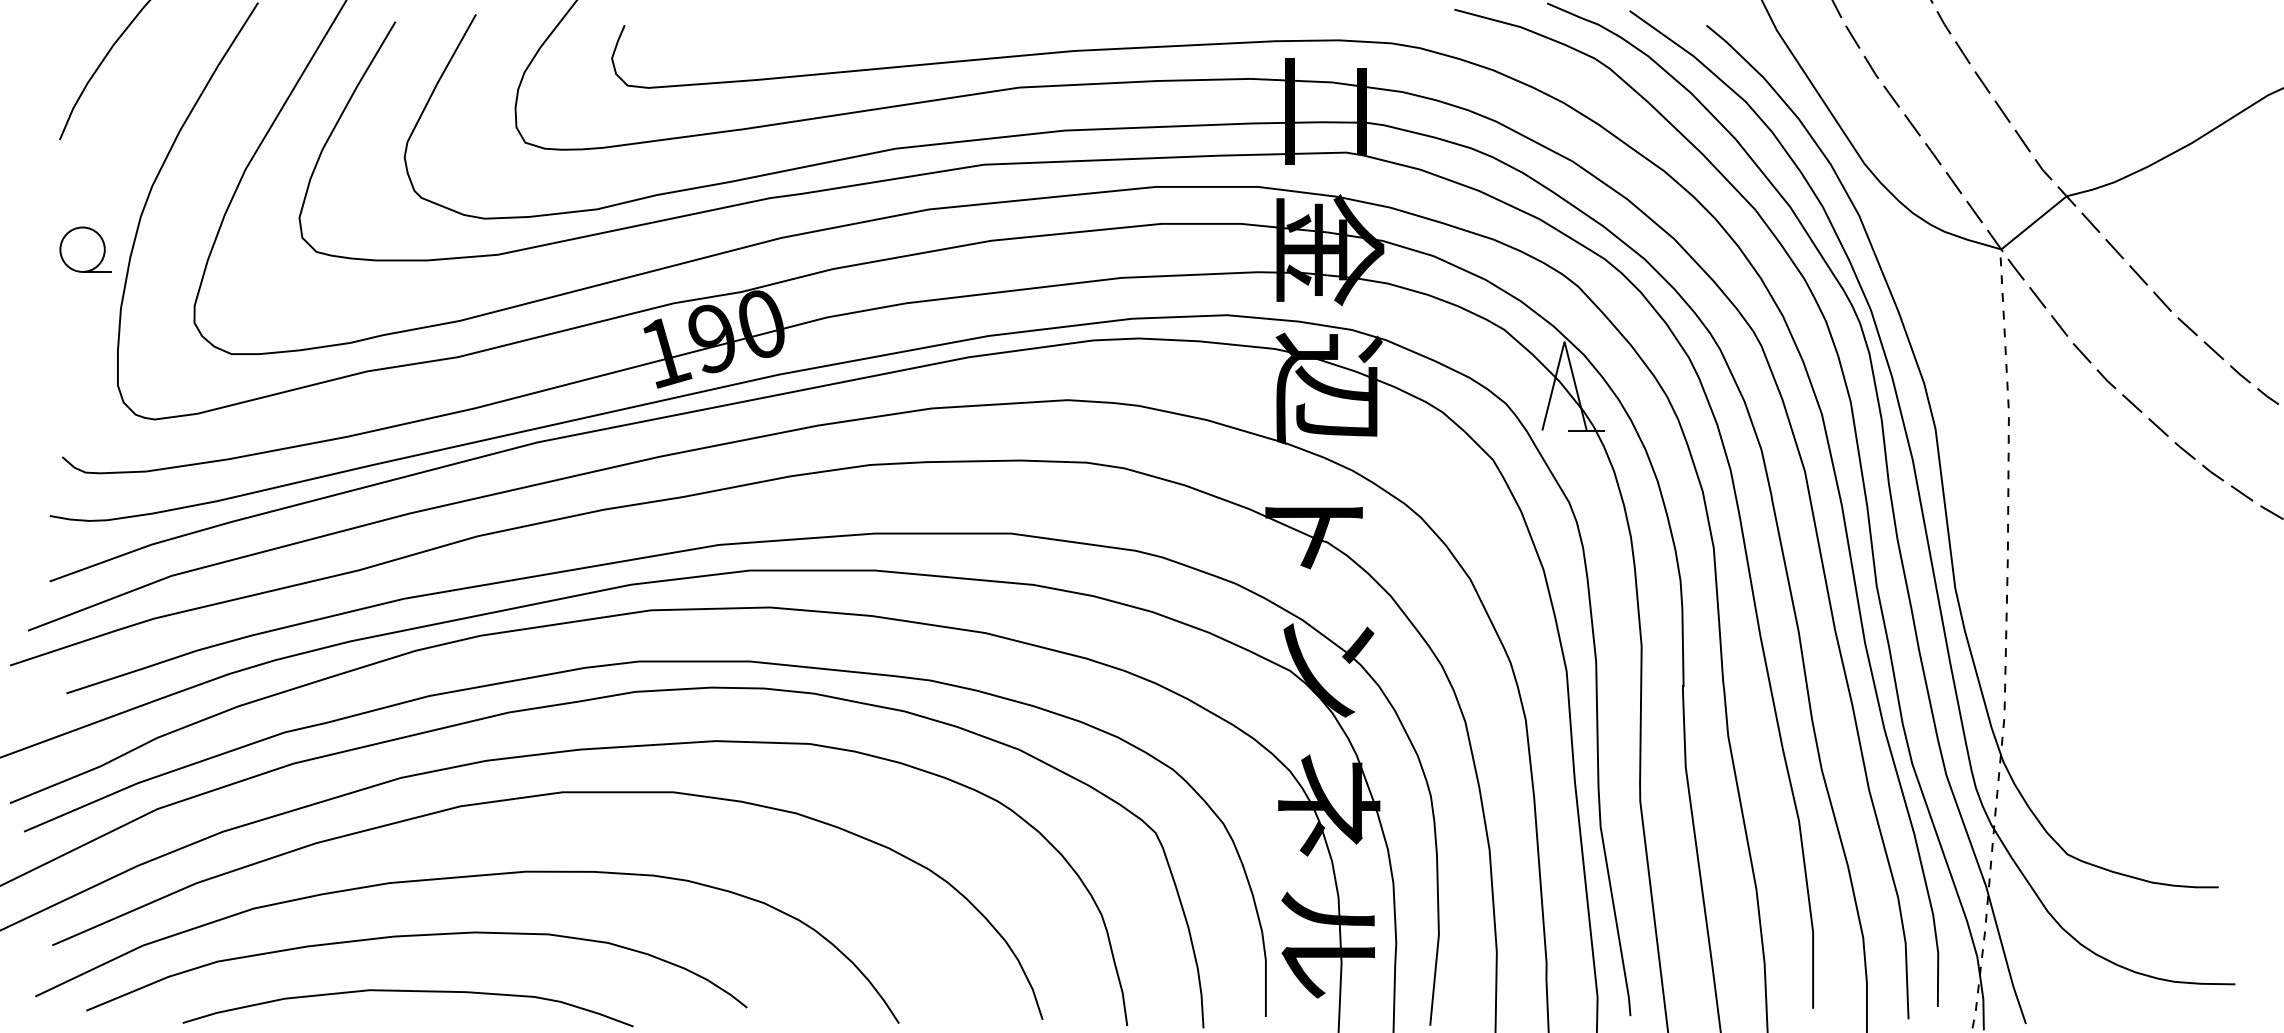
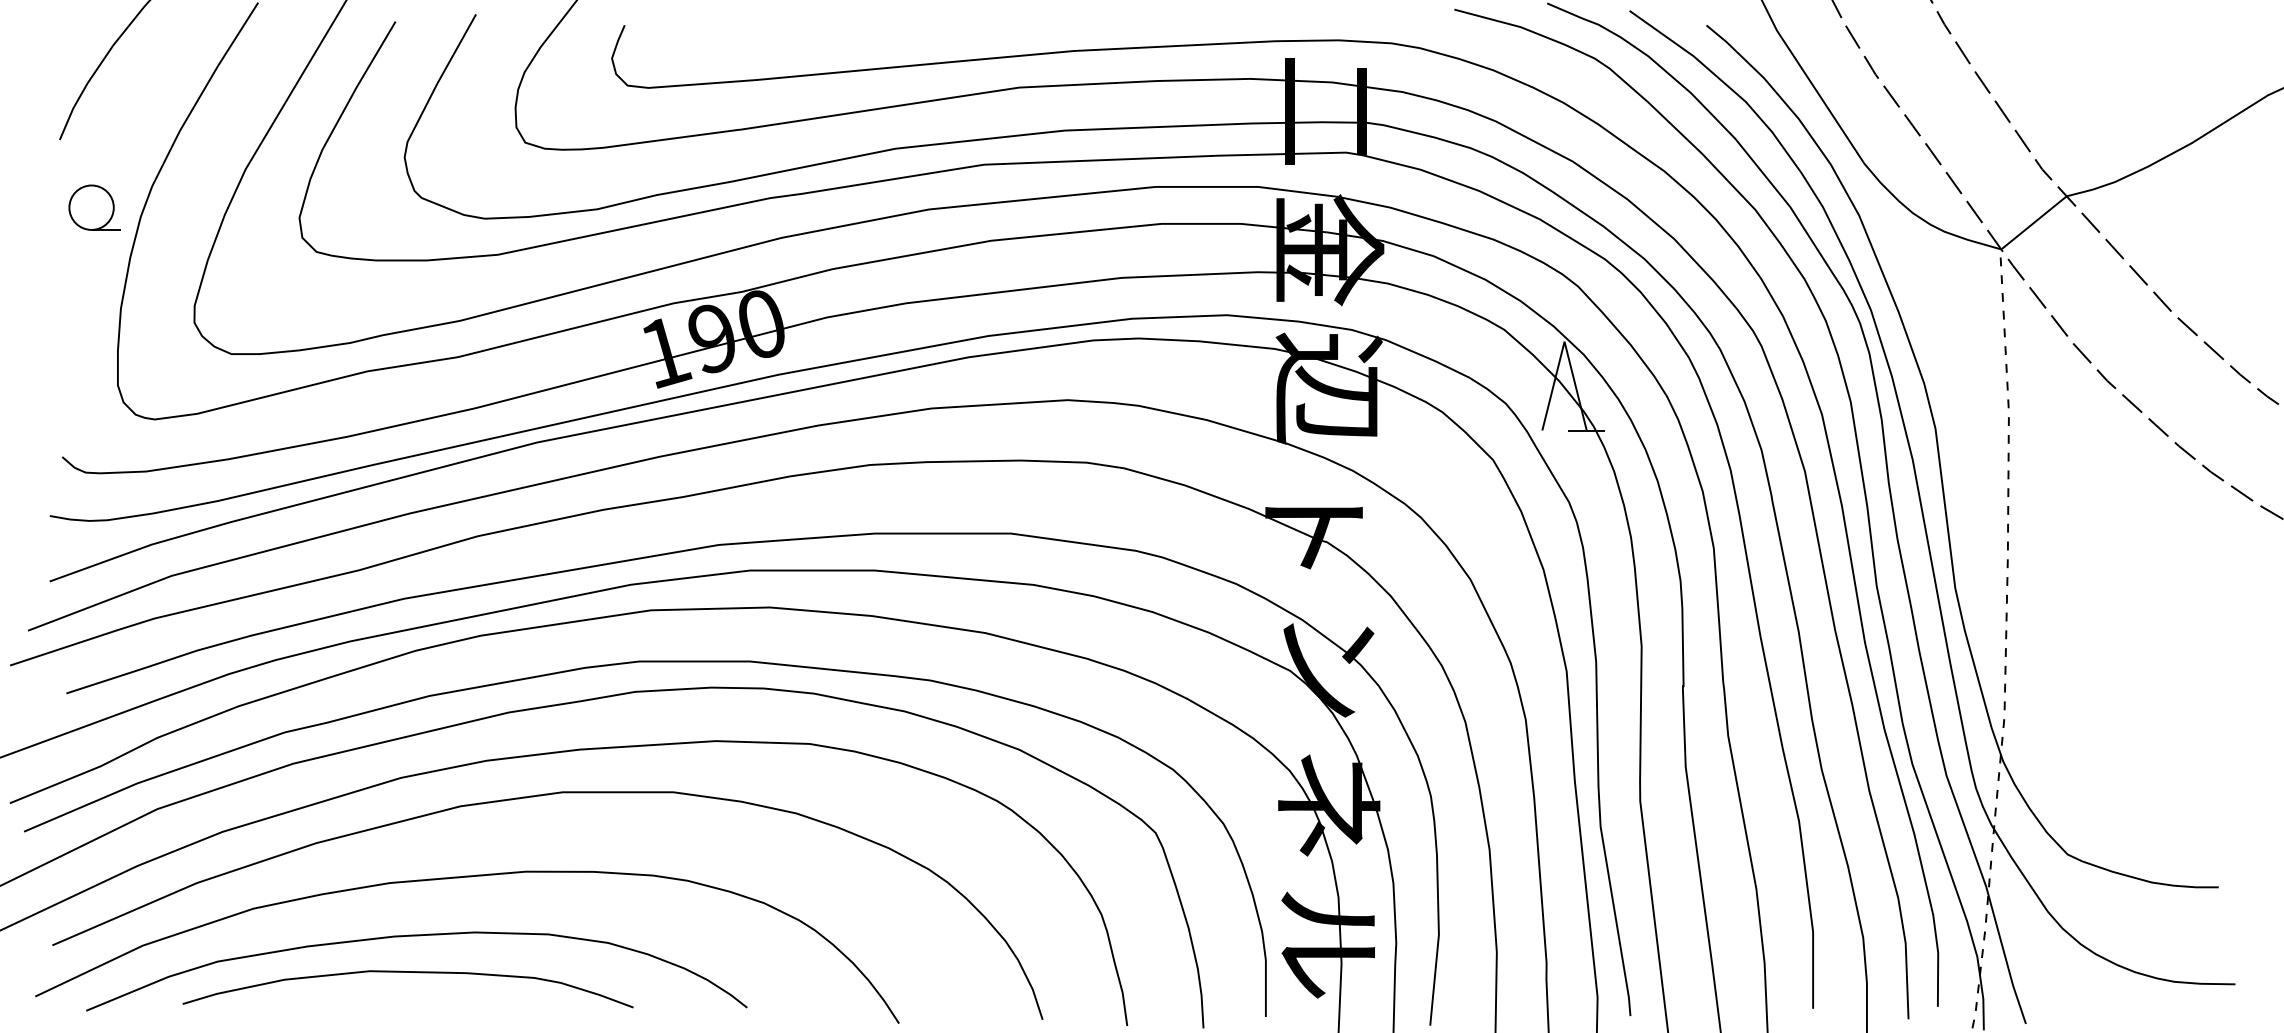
part at (85, 249) position: (85, 249) -> (94, 207)
curve at (407, 991) position: (407, 991) -> (407, 972)
